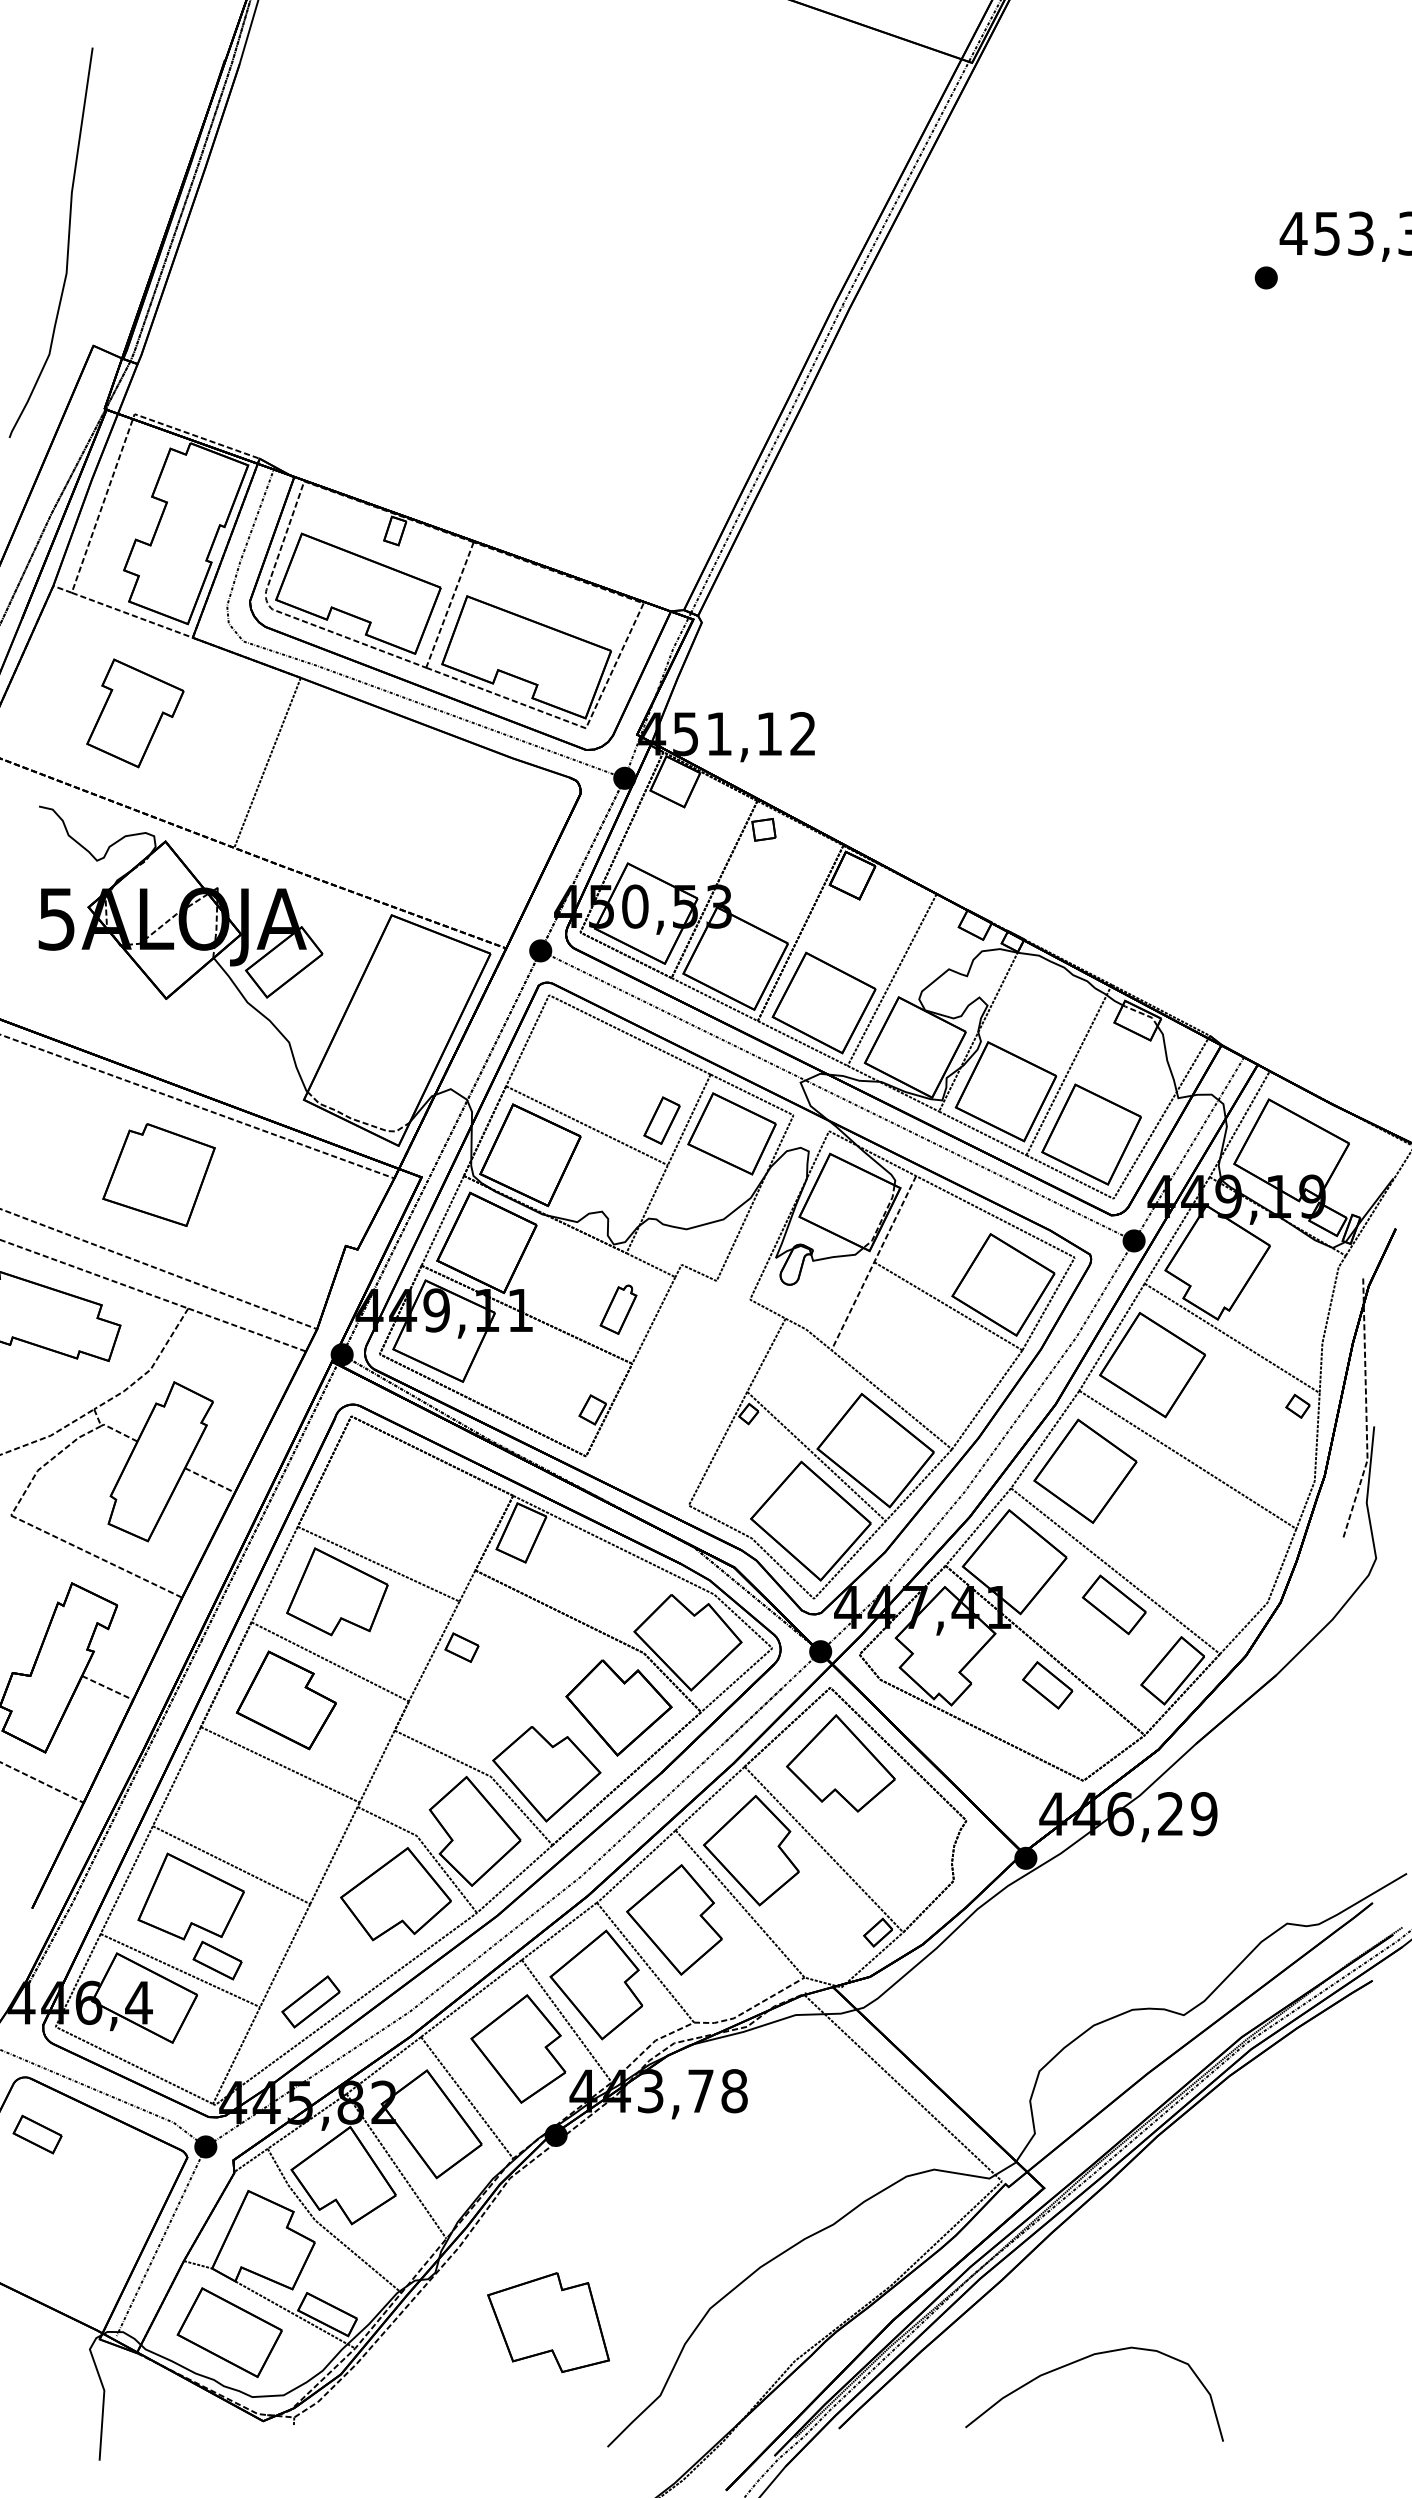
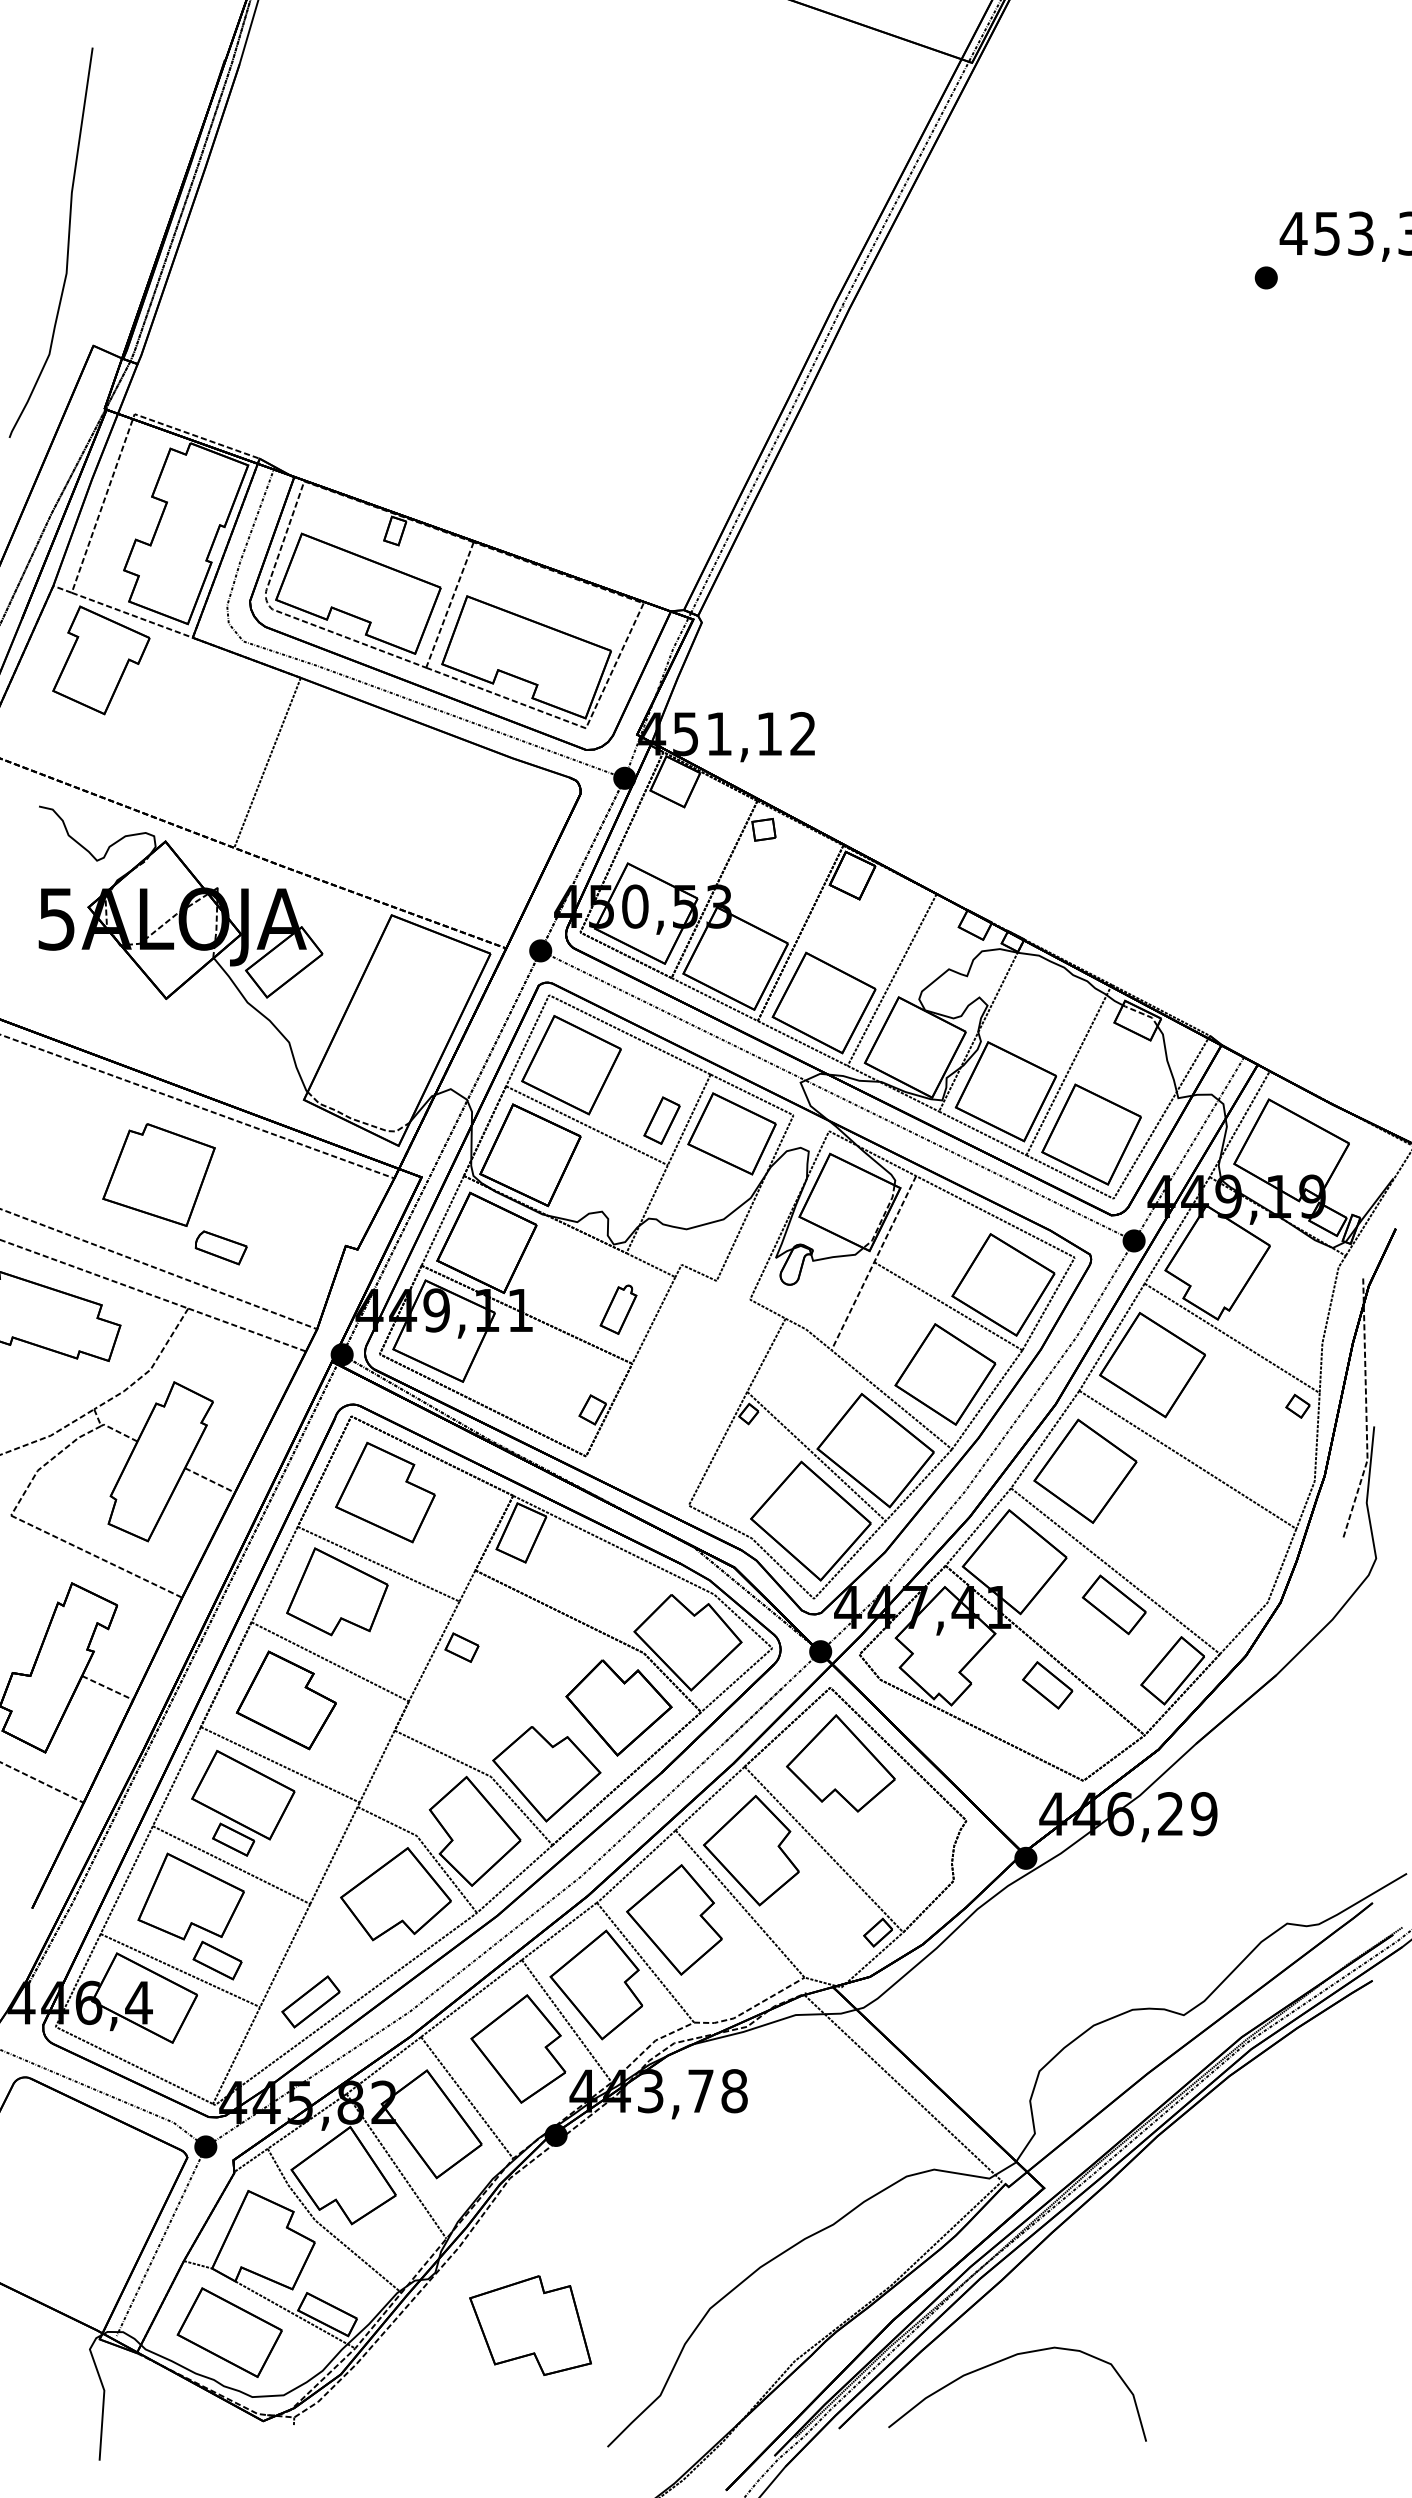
part at (135, 713) position: (135, 713) -> (101, 660)
part at (571, 1065): none -> present
part at (220, 1247): none -> present
part at (945, 1374): none -> present
part at (385, 1492): none -> present
part at (243, 1803): none -> present
part at (37, 2134): present -> none
part at (548, 2322) position: (548, 2322) -> (530, 2325)
curve at (1079, 2361) position: (1079, 2361) -> (1002, 2361)
